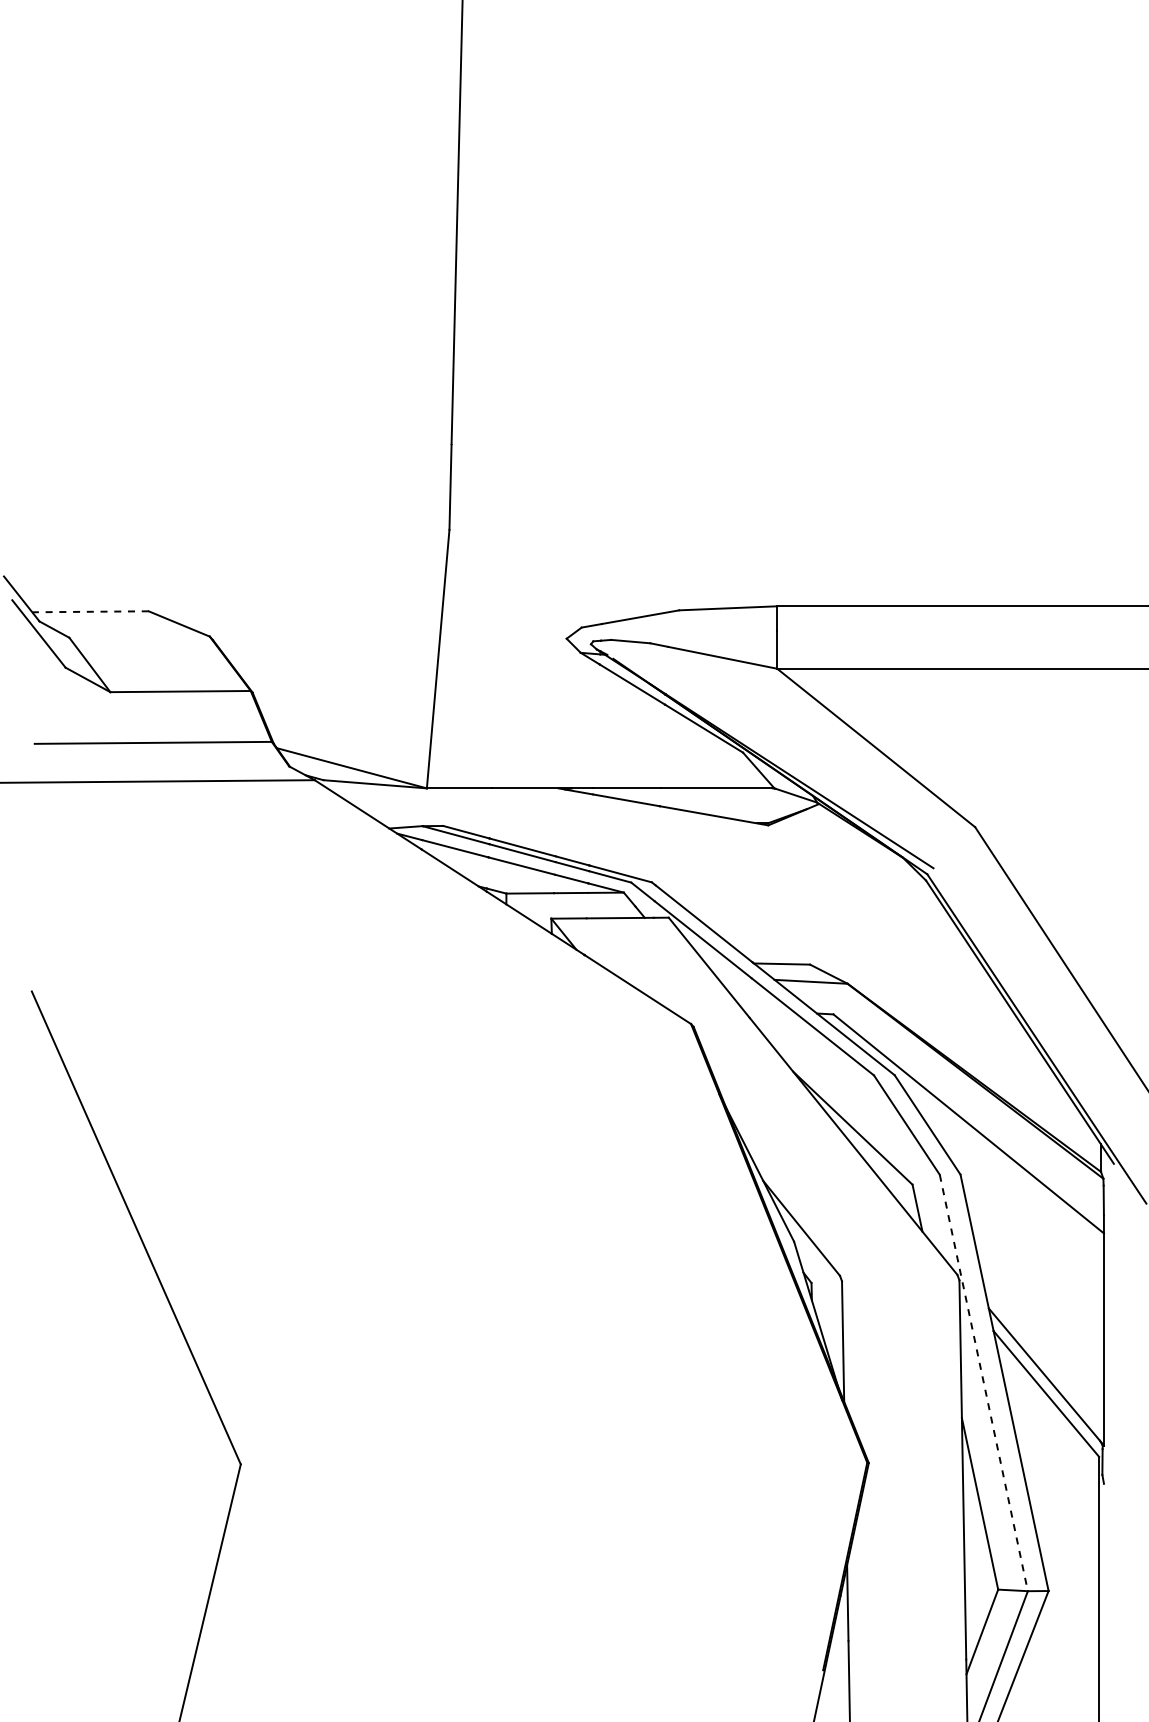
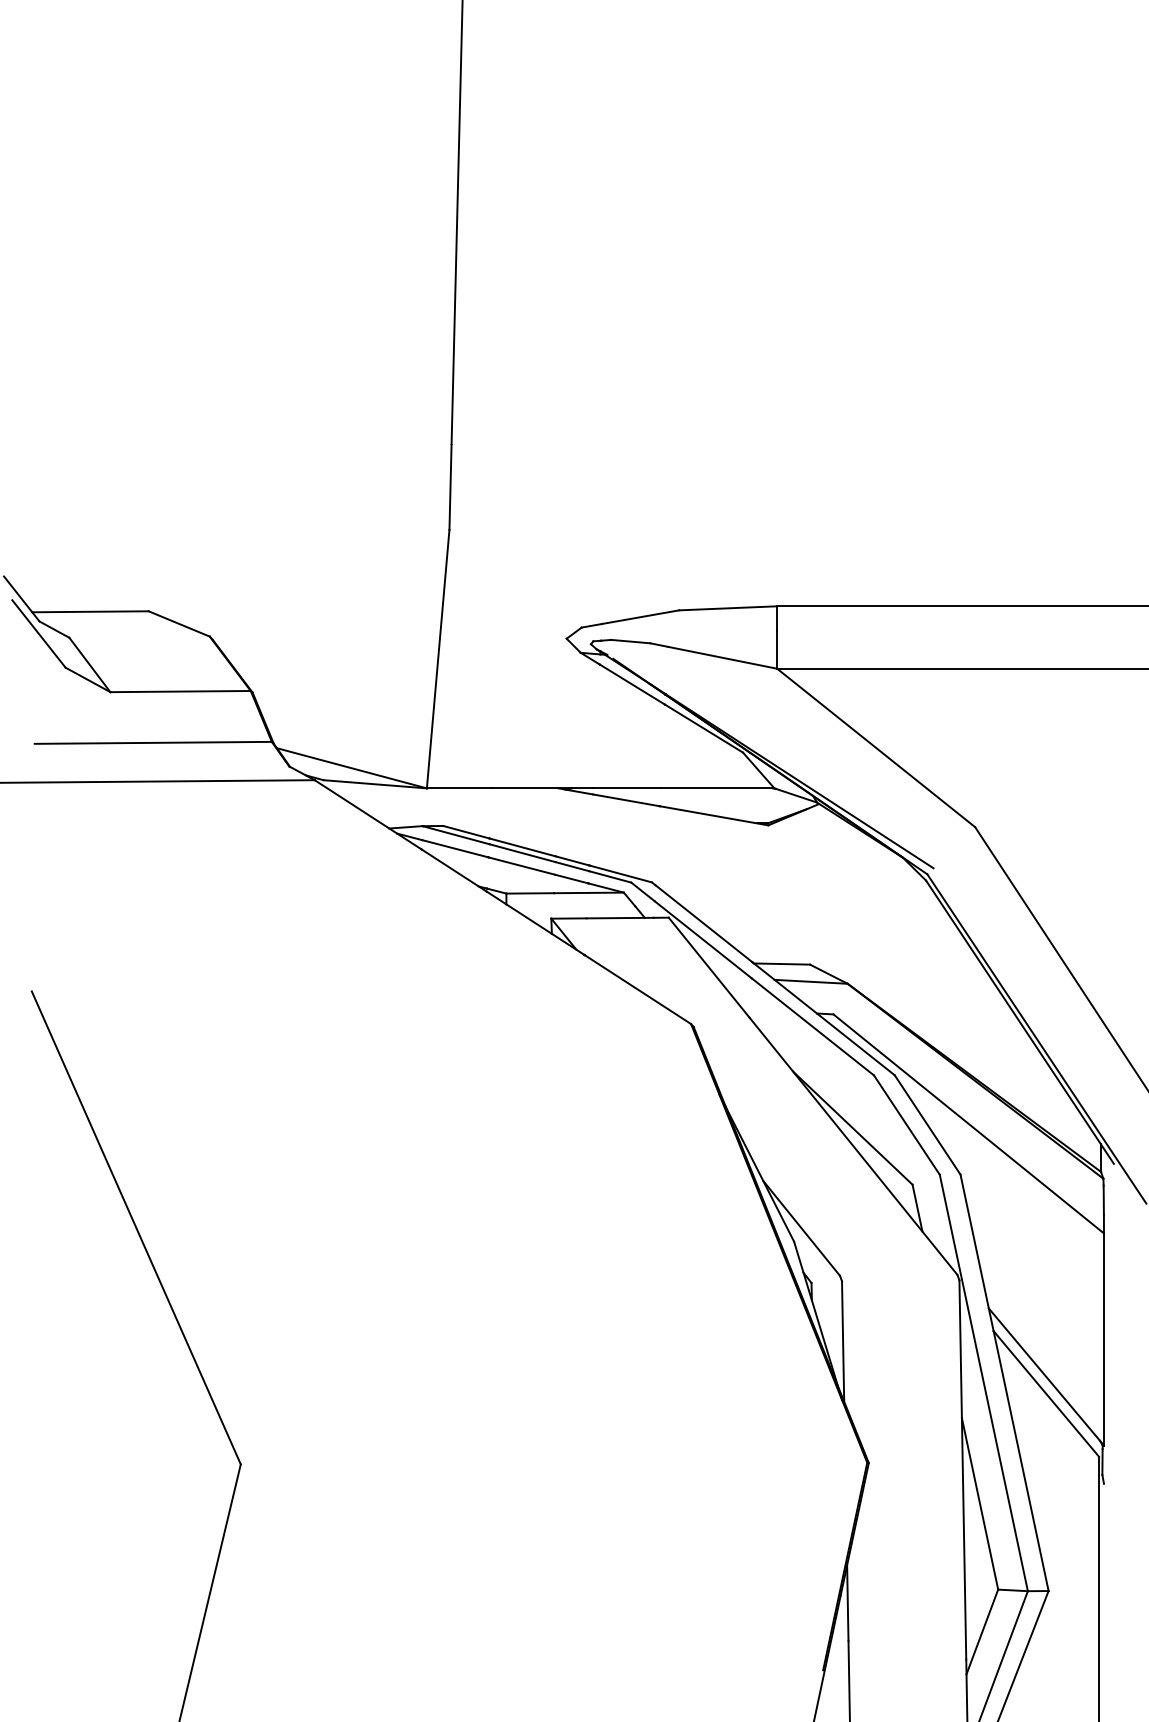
line at (90, 611): dashed -> solid
line at (983, 1383): dashed -> solid
